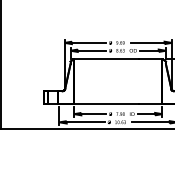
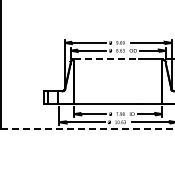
line at (106, 59): solid -> dashed
line at (87, 129): solid -> dashed
